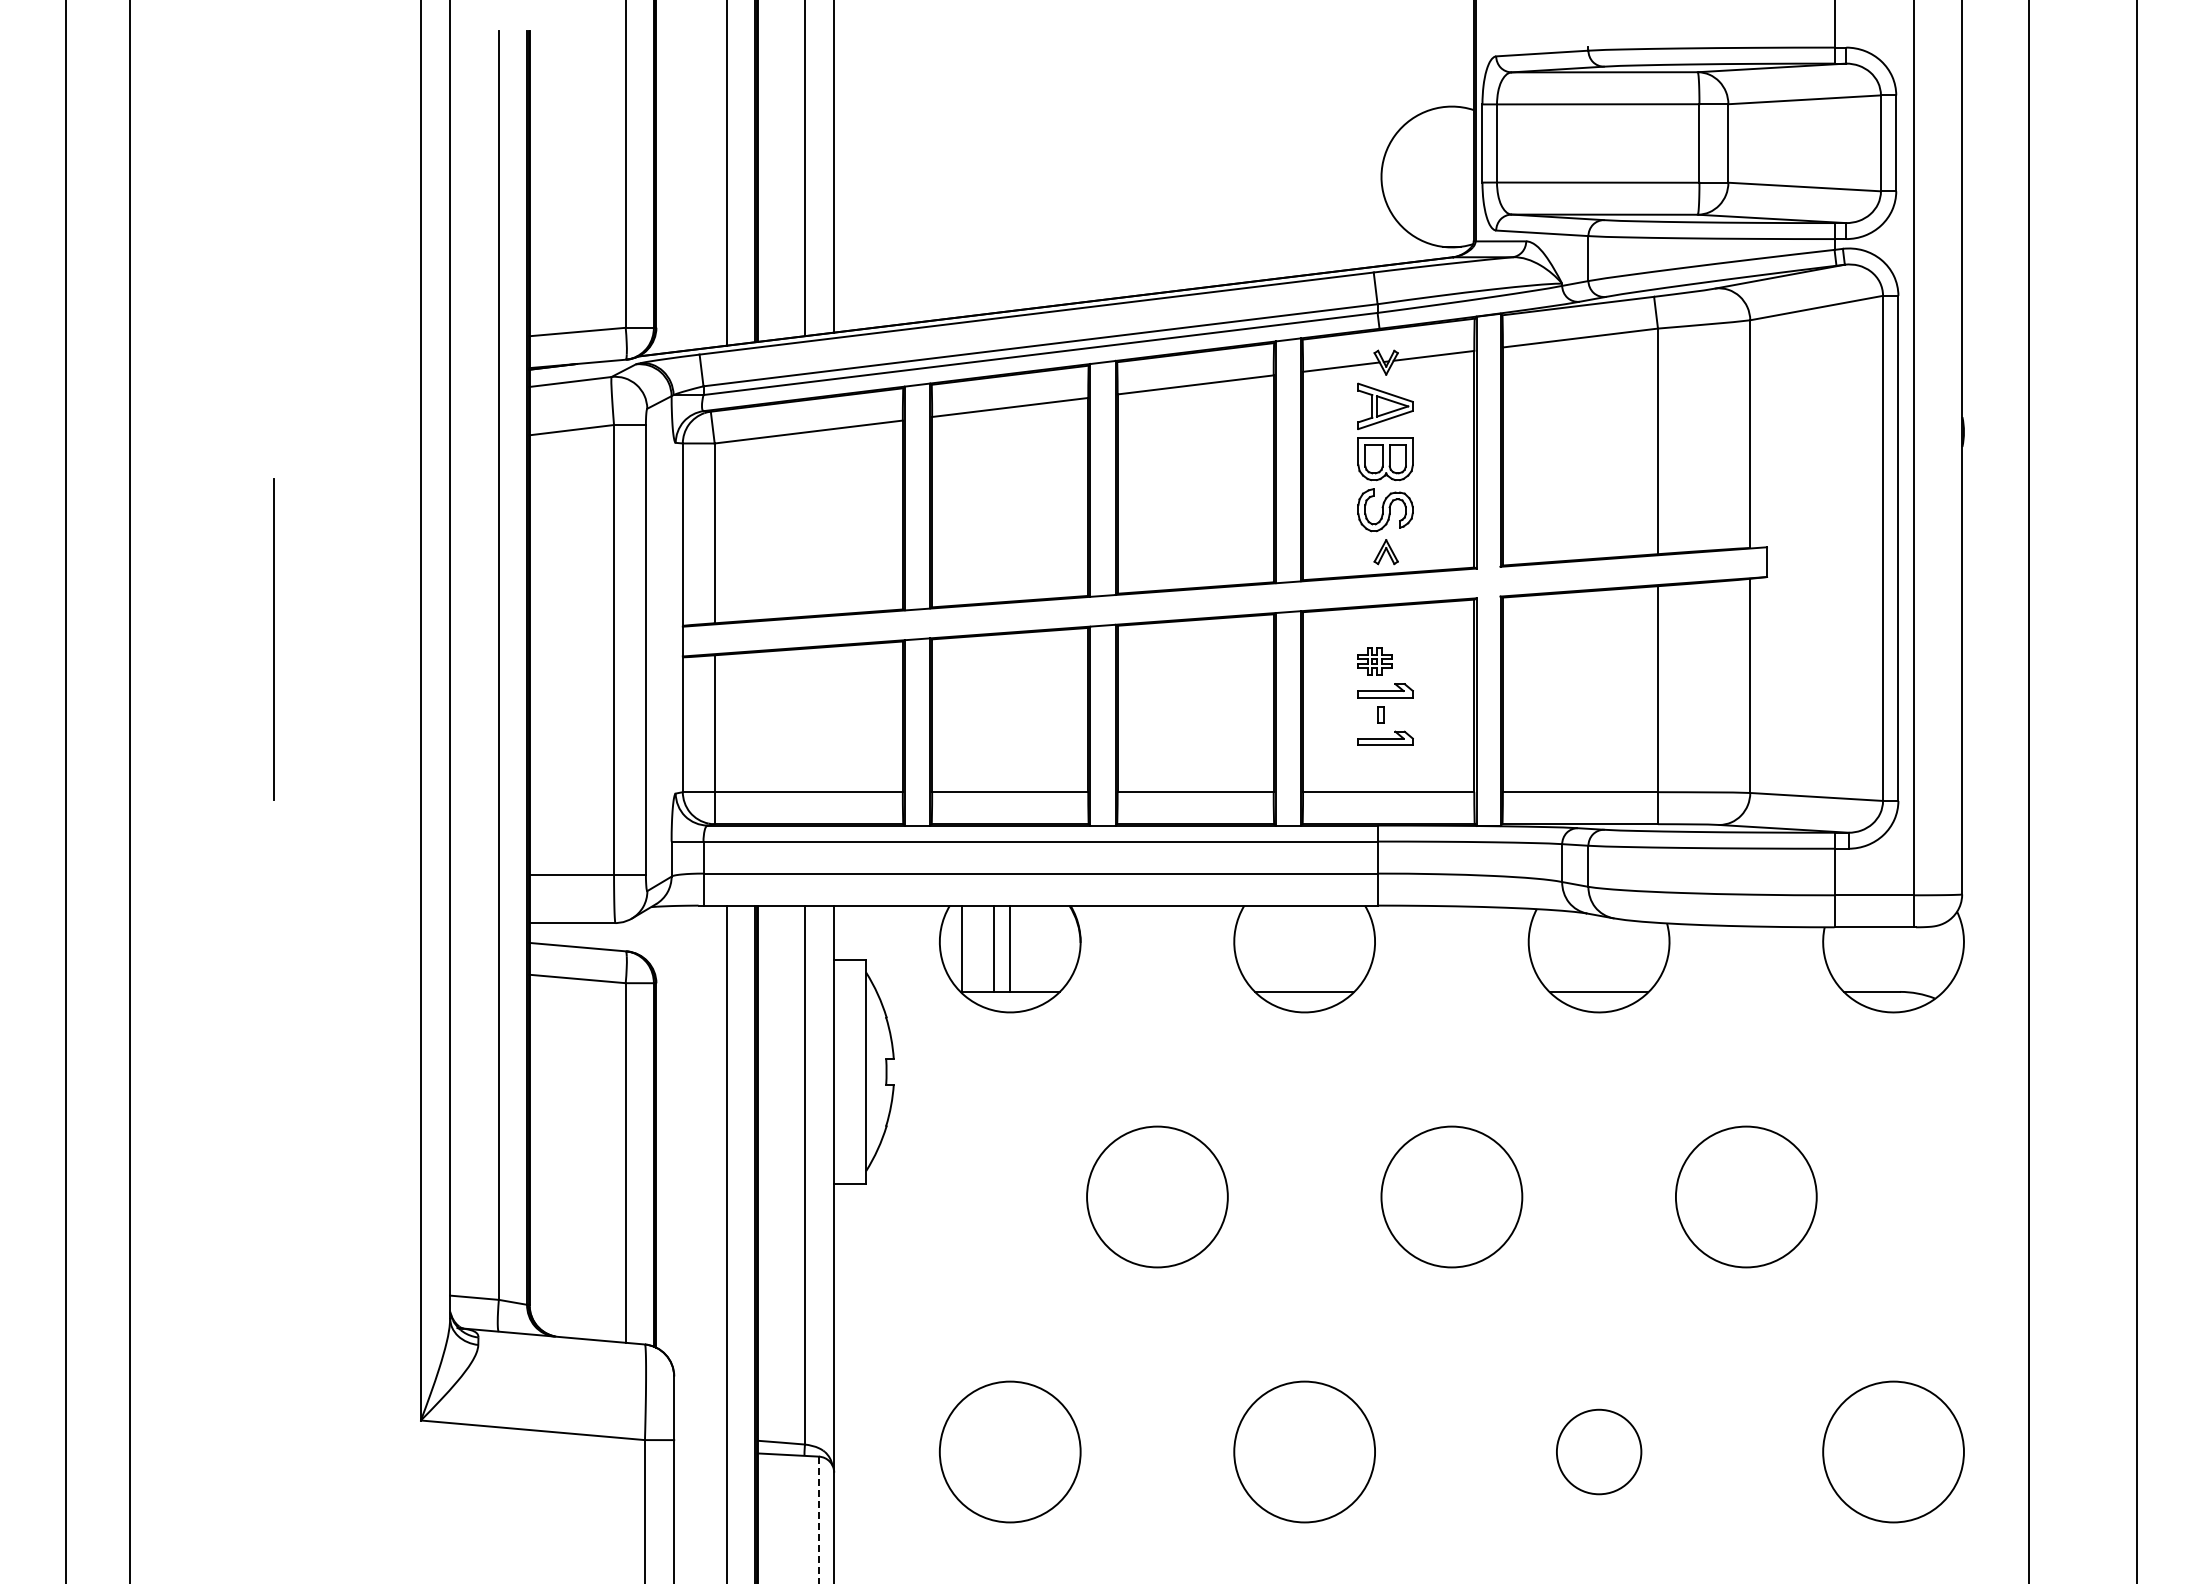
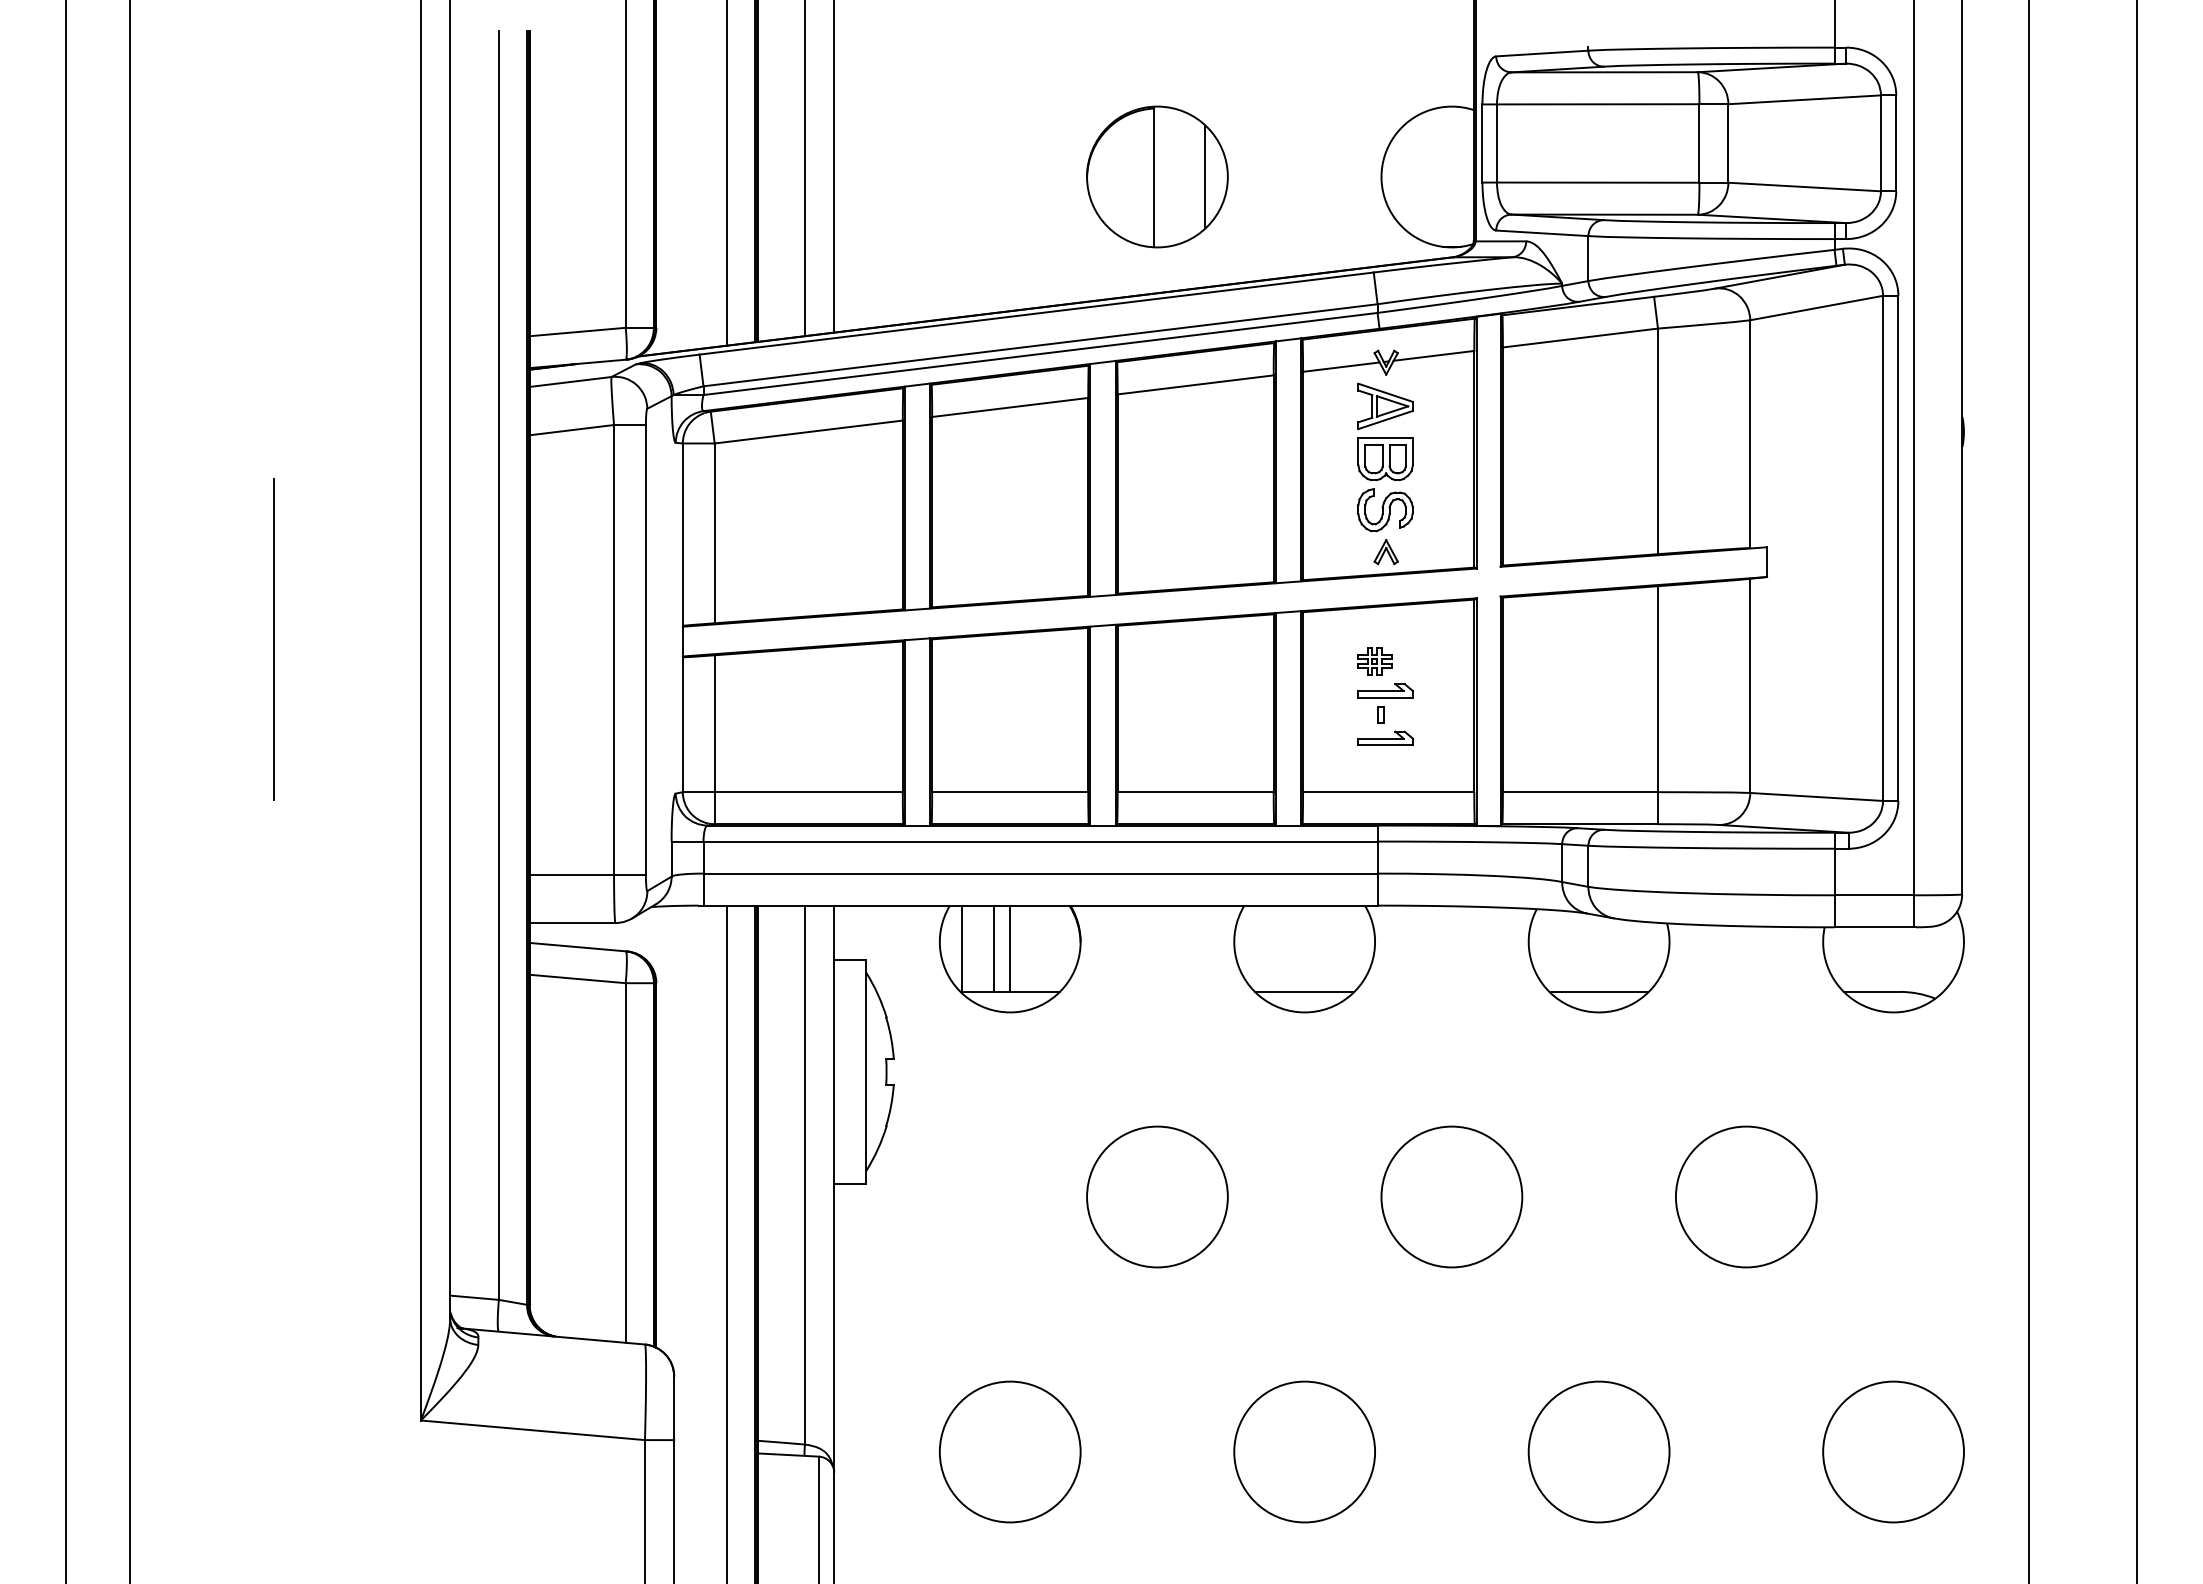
part at (1157, 176): none -> present
circle at (1598, 1451) diameter: 84 px -> 141 px
line at (819, 1519): dashed -> solid
